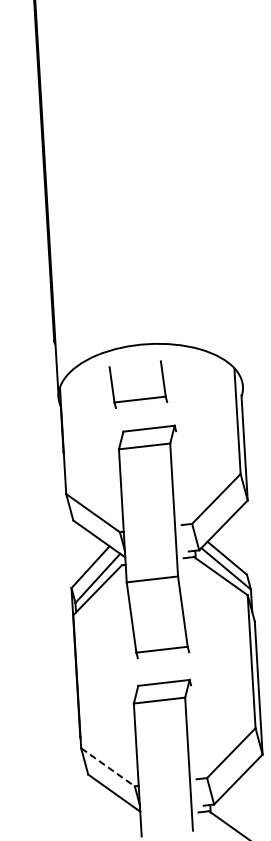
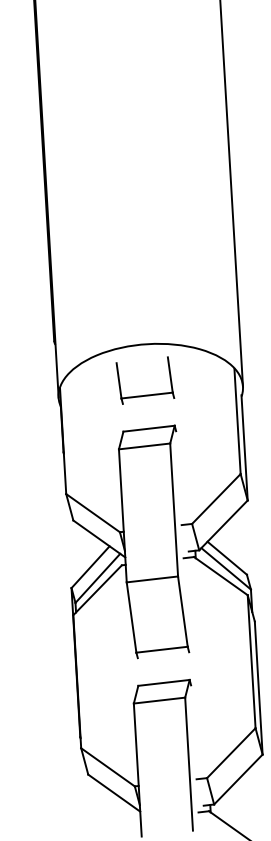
line at (231, 194): none -> present
part at (138, 398) position: (138, 398) -> (145, 394)
line at (108, 767): dashed -> solid
